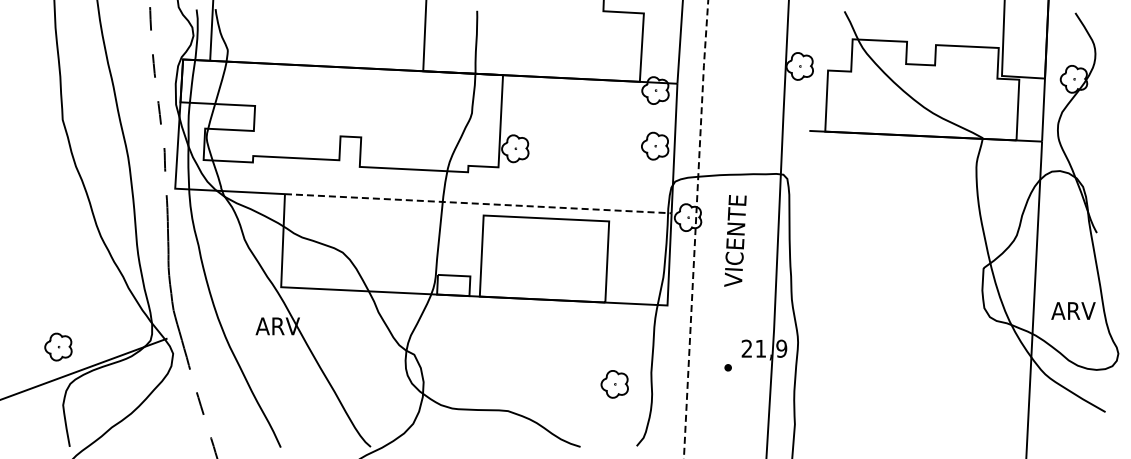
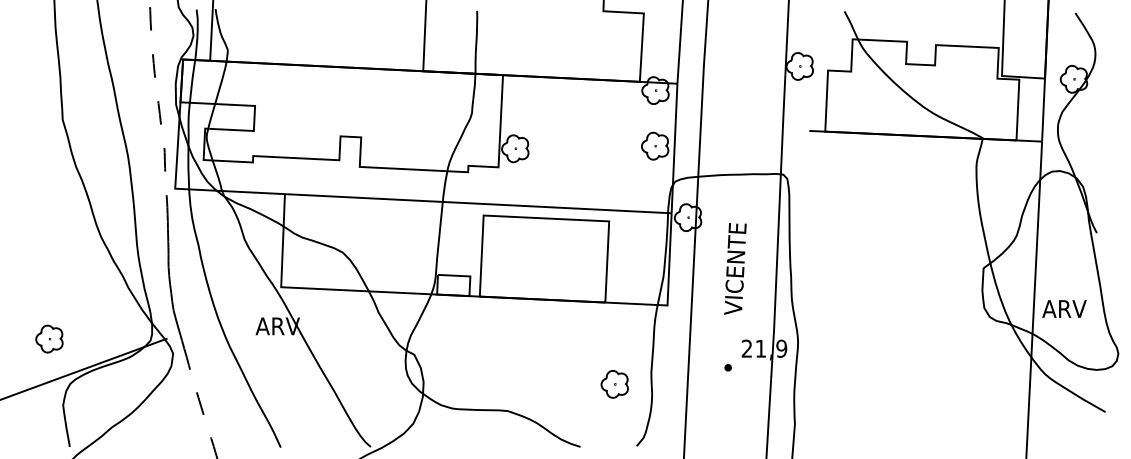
line at (478, 203): dashed -> solid
line at (695, 228): dashed -> solid
text at (735, 240) position: (735, 240) -> (735, 268)
text at (1073, 310) position: (1073, 310) -> (1064, 308)
part at (58, 346) position: (58, 346) -> (49, 338)
